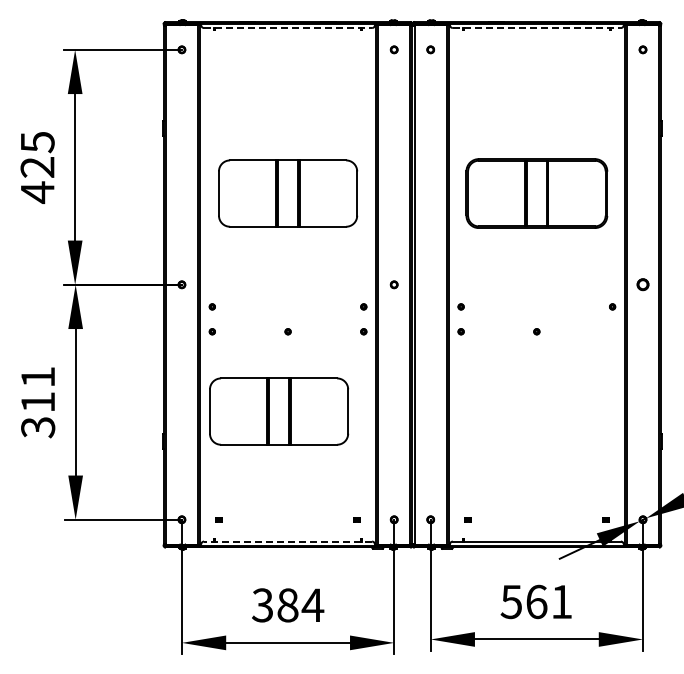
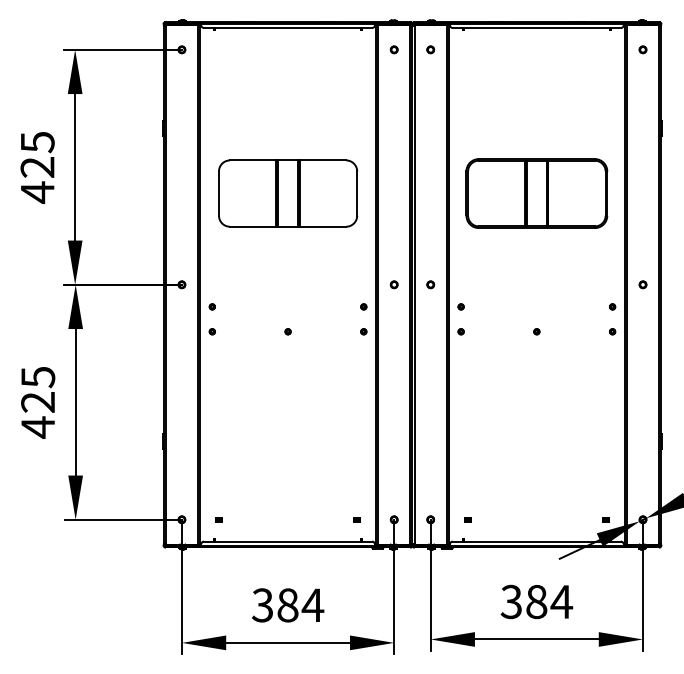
line at (288, 28): dashed -> solid
line at (537, 28): dashed -> solid
part at (430, 284): none -> present
part at (642, 284) size: 14x14 px -> 10x10 px
part at (612, 331): none -> present
text at (38, 402): 311 -> 425
part at (279, 411): present -> none
line at (287, 541): dashed -> solid
text at (537, 601): 561 -> 384
